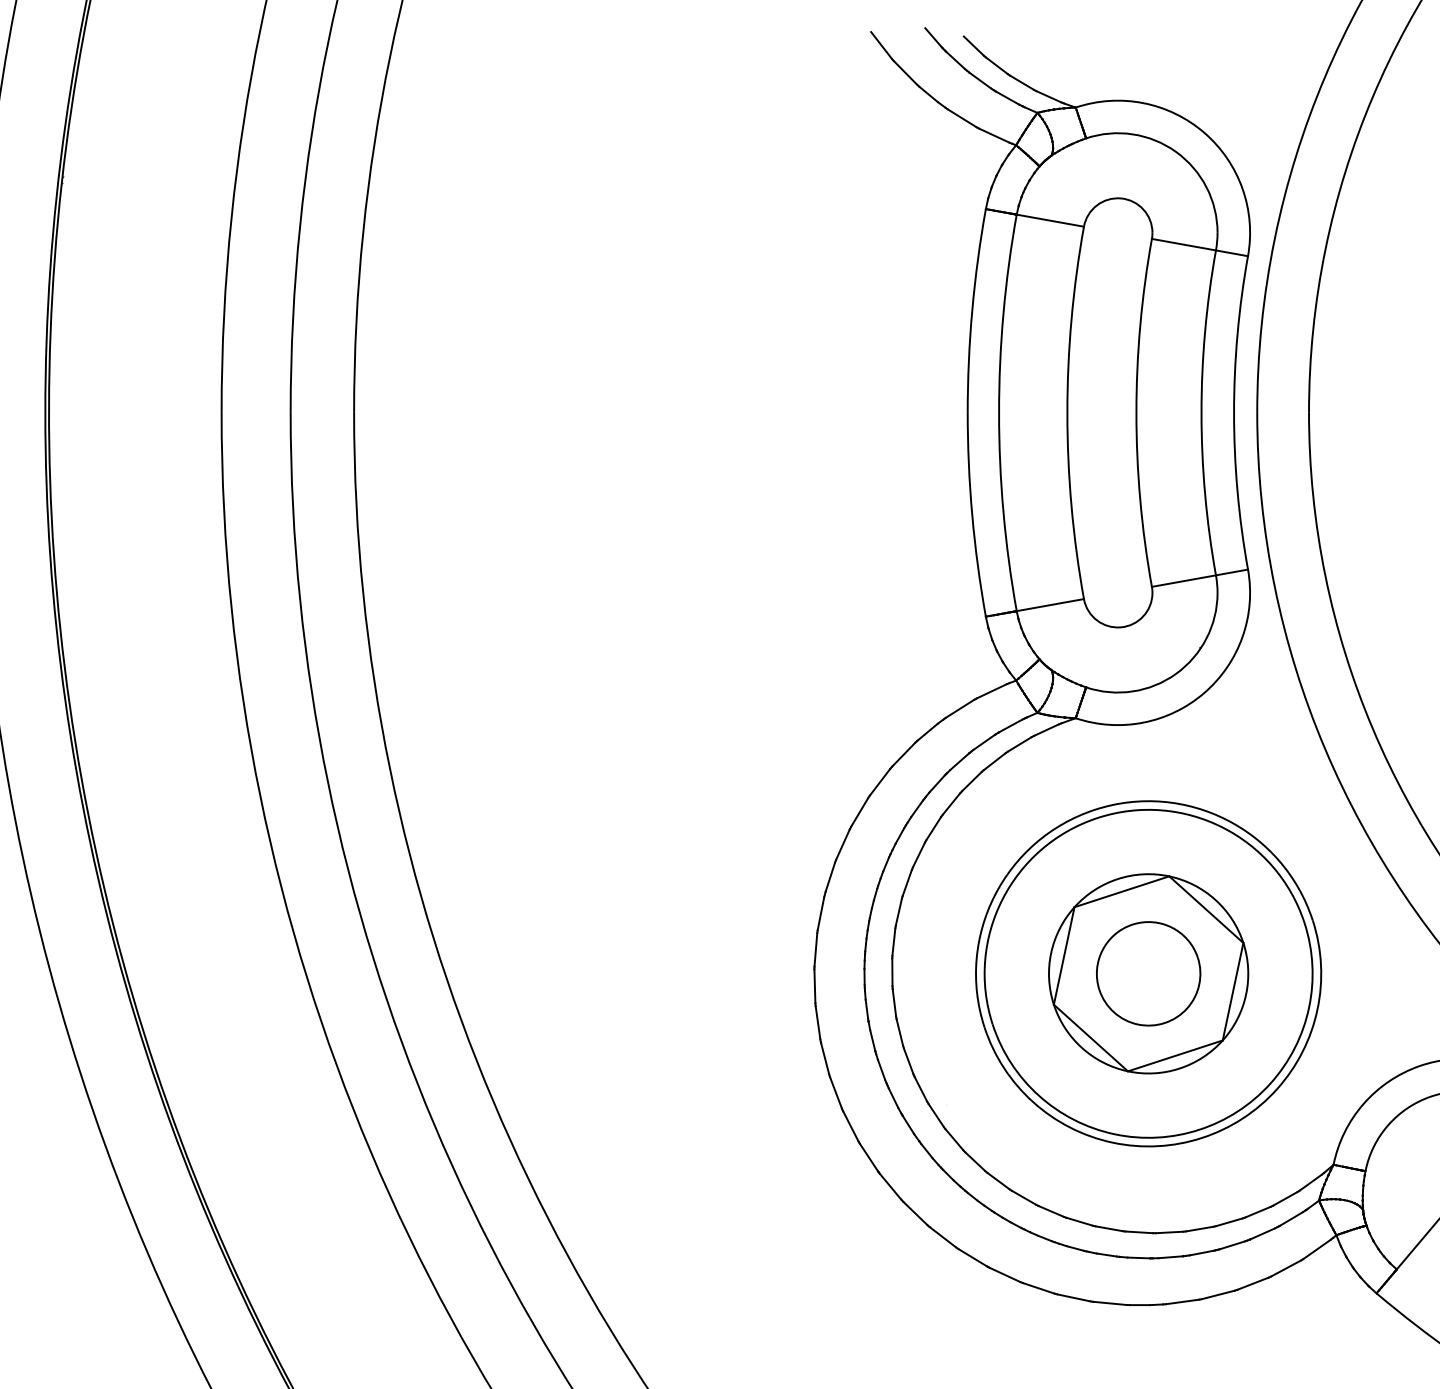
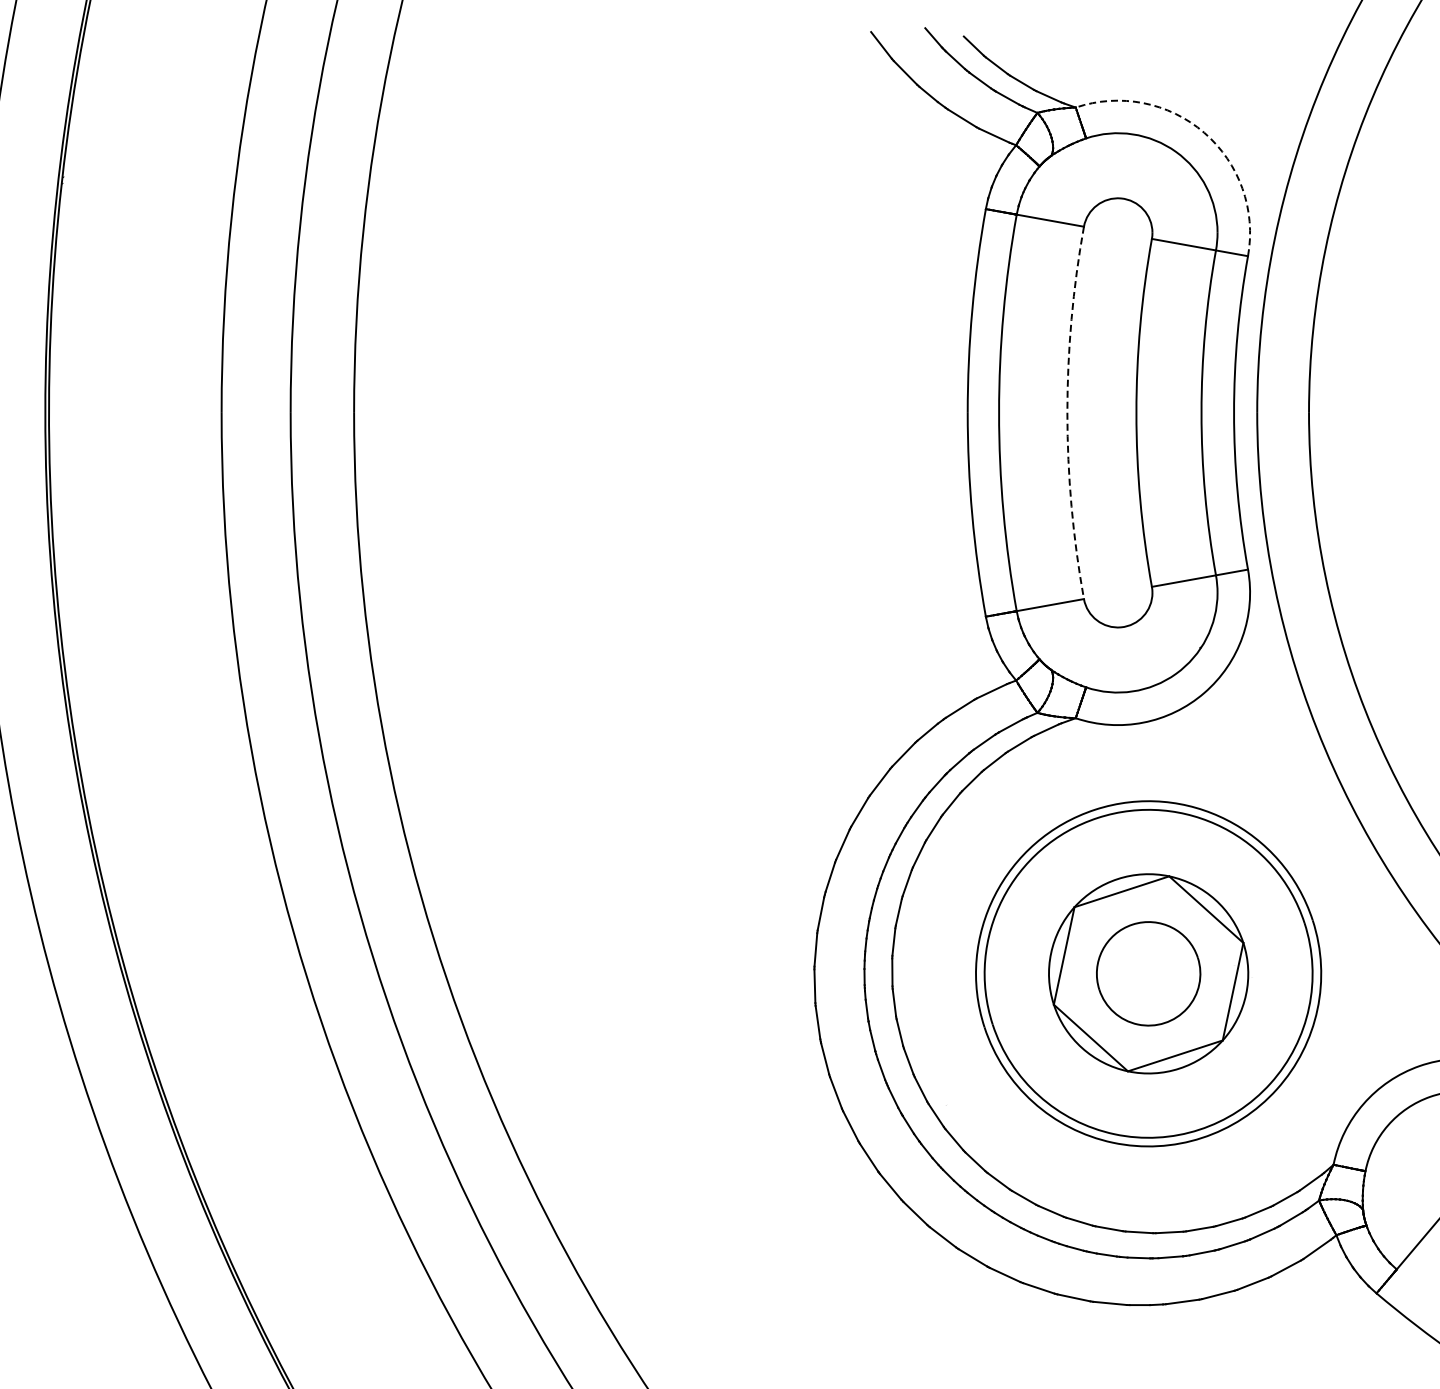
arc at (1204, 132): solid -> dashed
arc at (1067, 412): solid -> dashed
